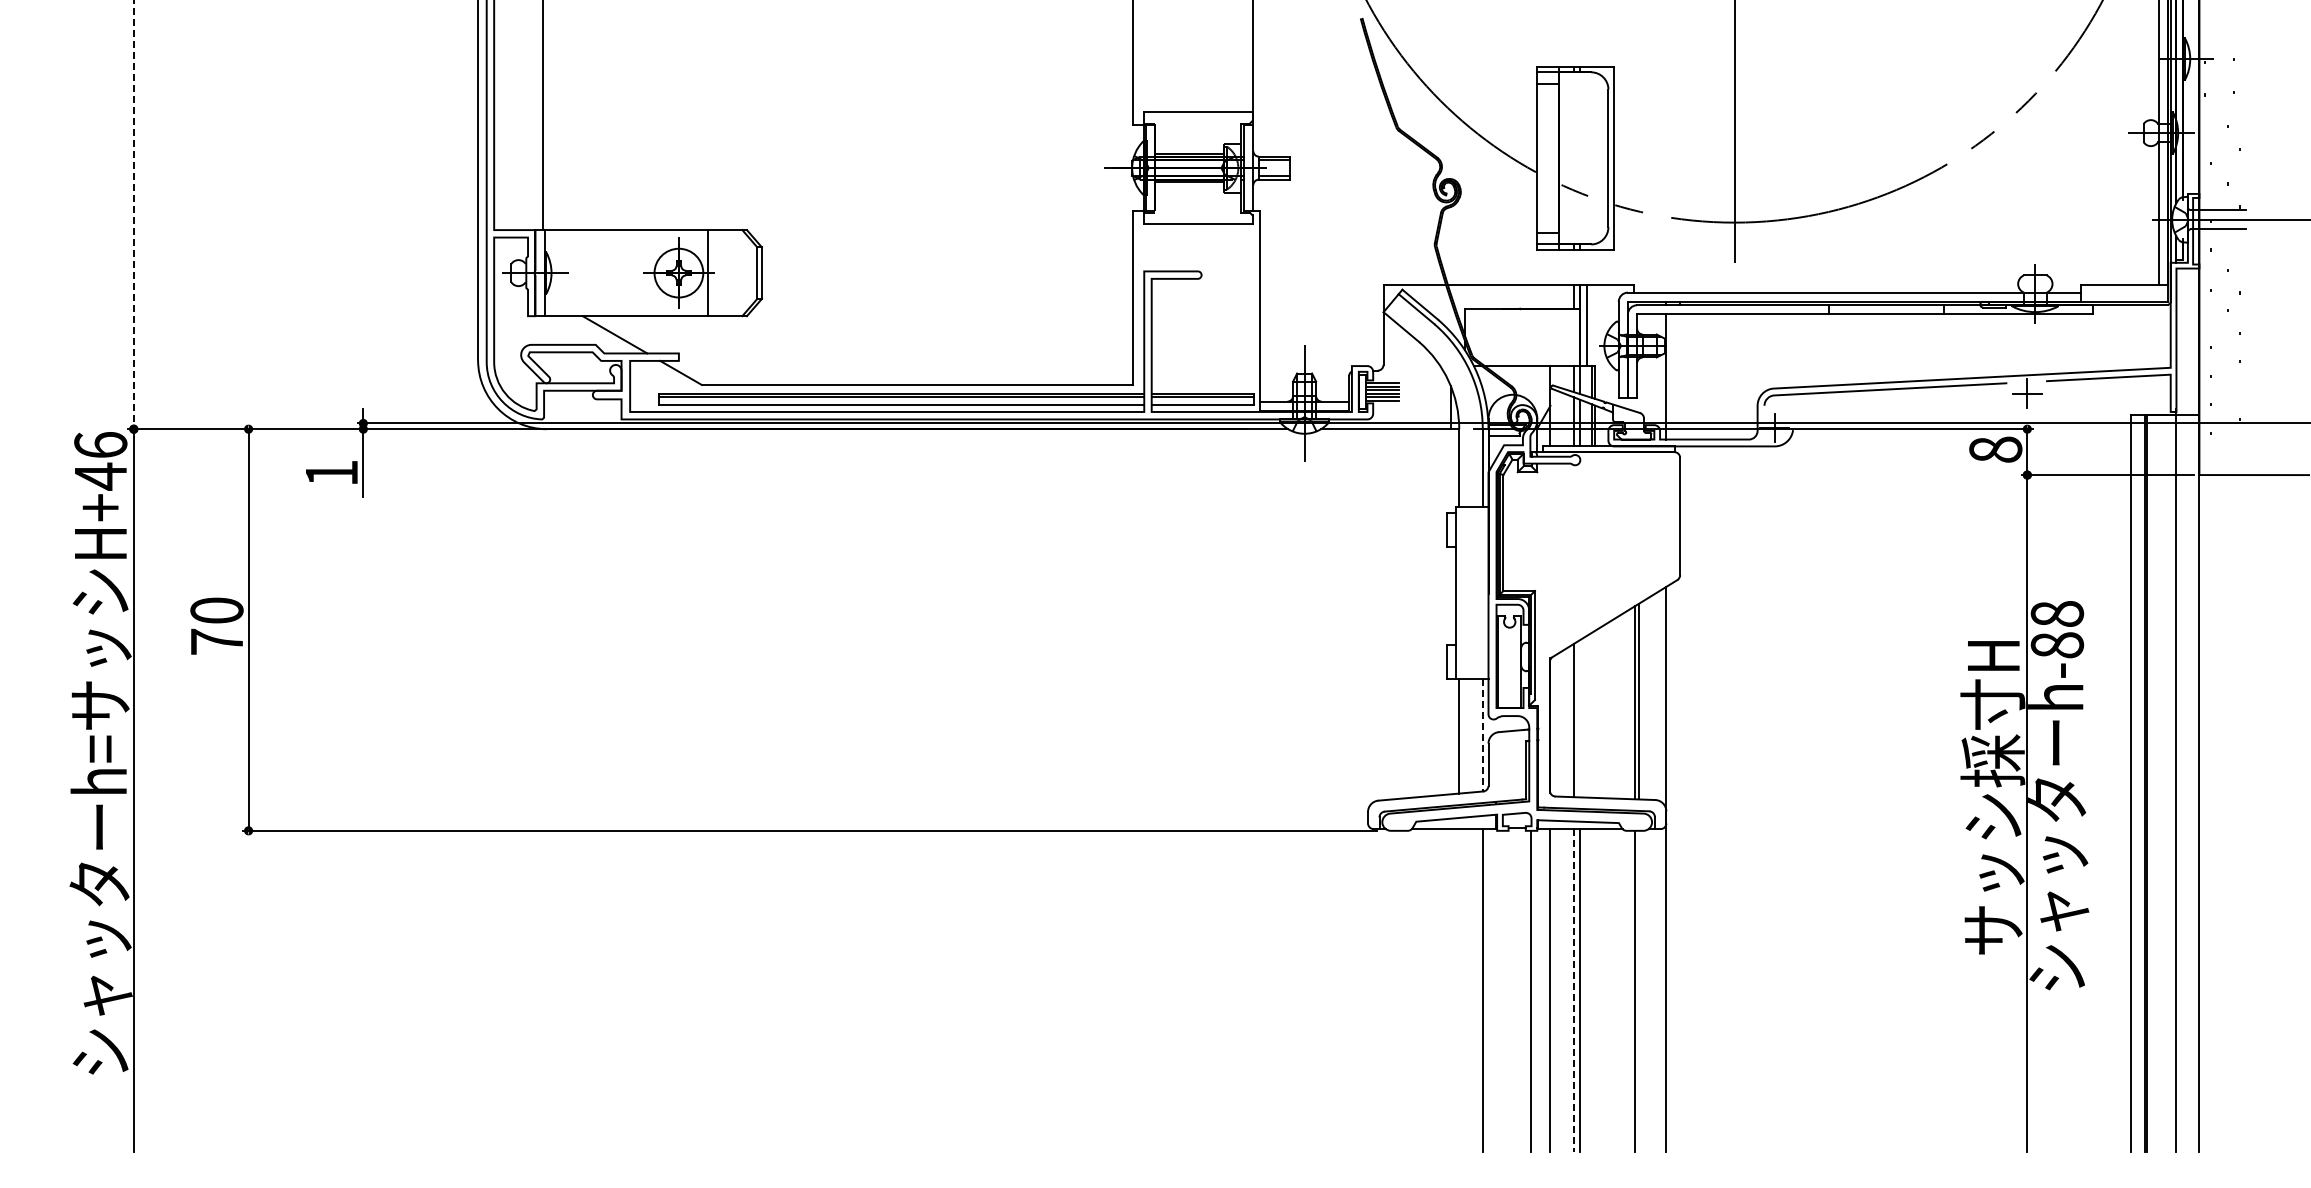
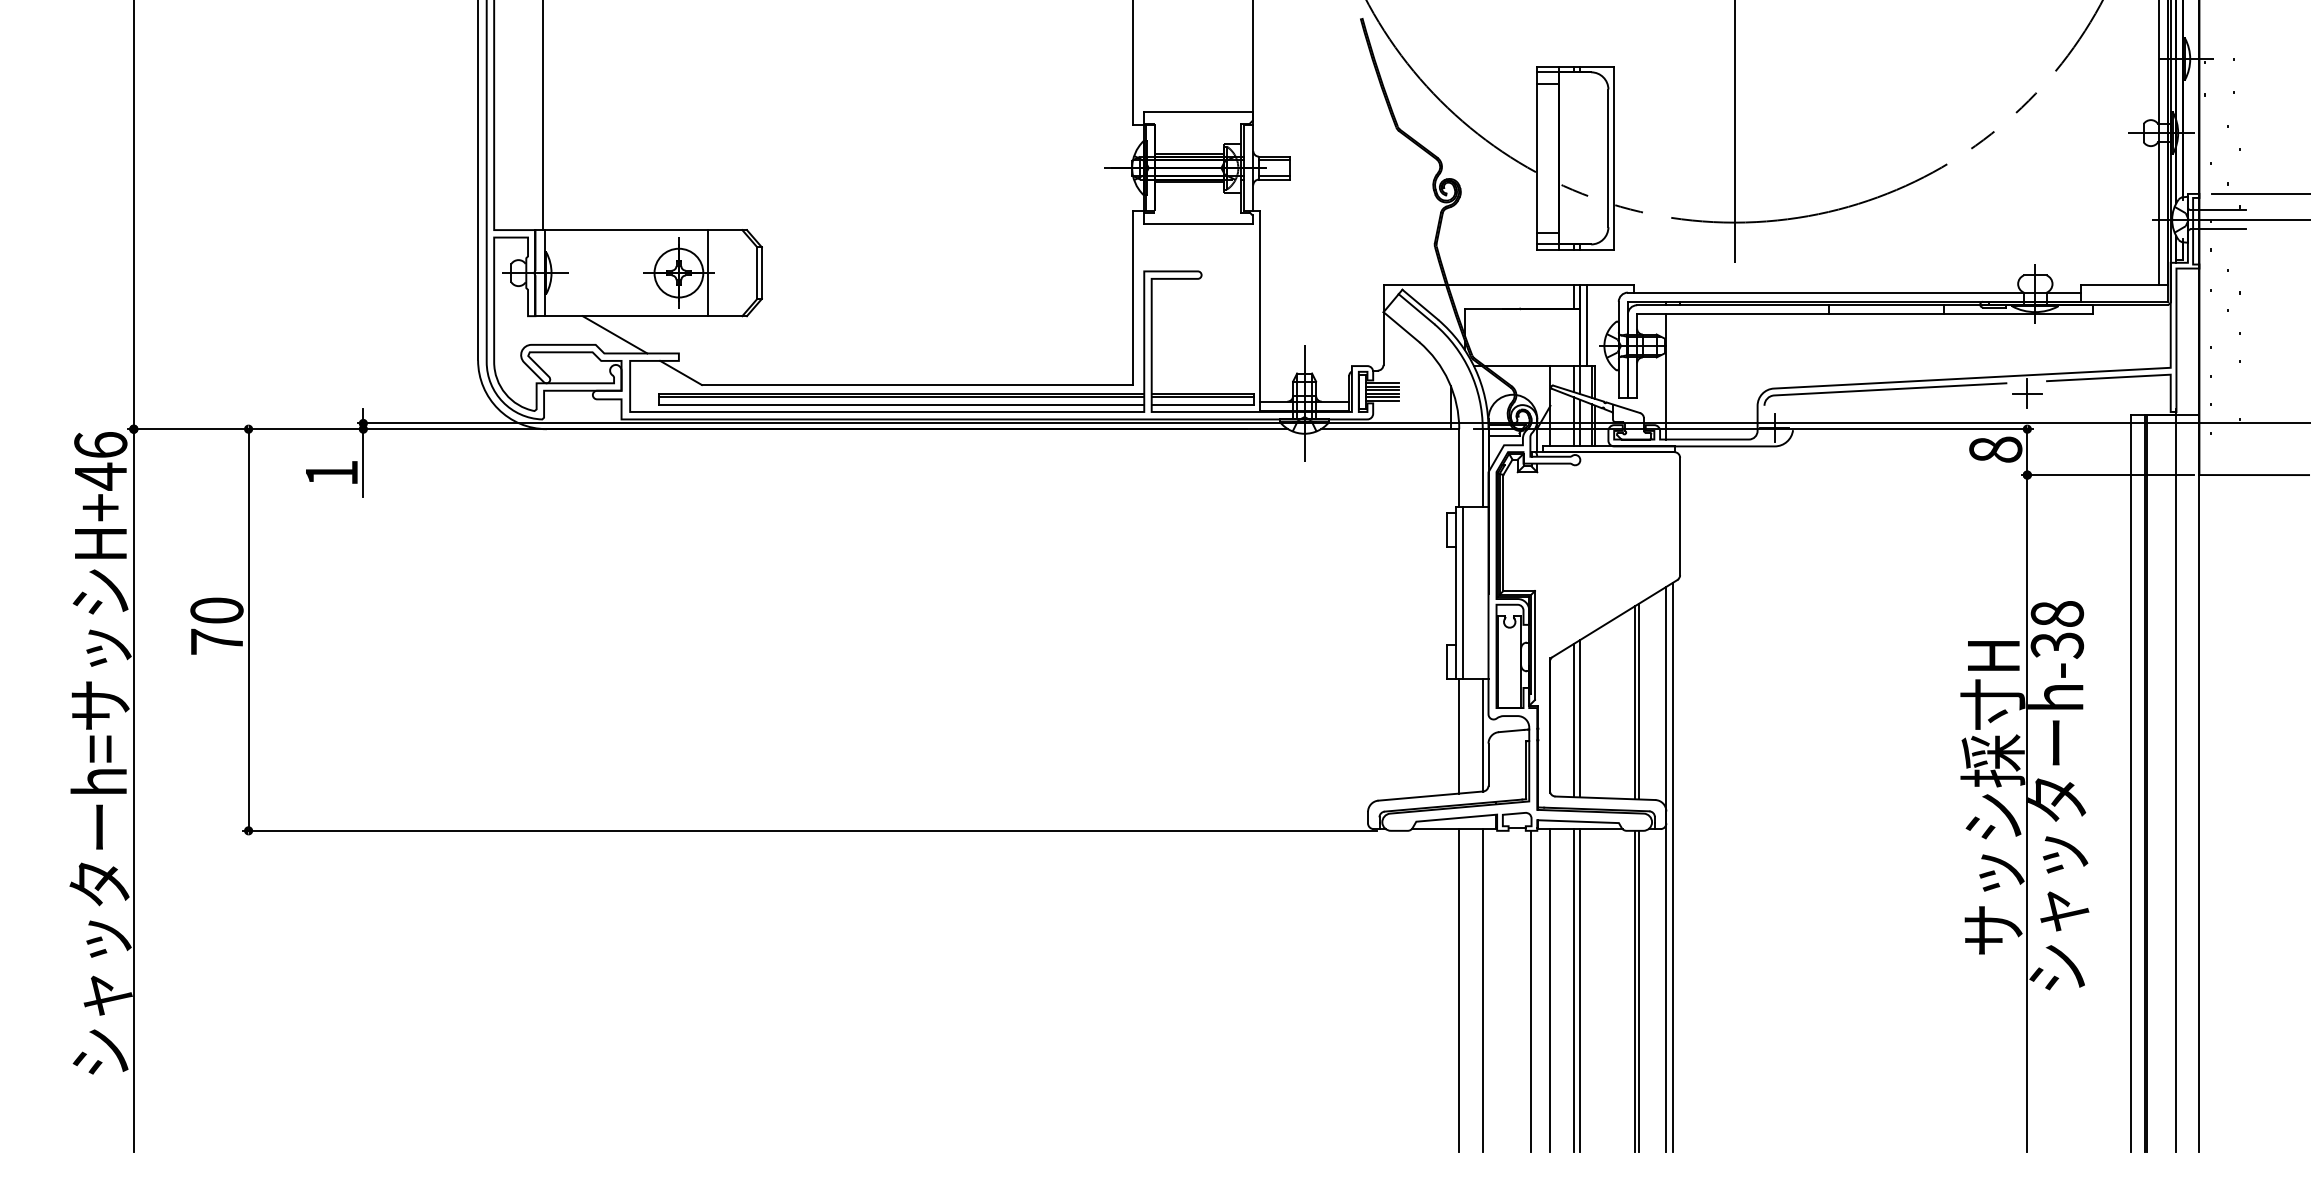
line at (2259, 193): none -> present
line at (133, 215): dashed -> solid
line at (1463, 593): none -> present
text at (2056, 645): h-88 -> h-38
line at (1579, 718): none -> present
line at (1482, 735): dashed -> solid
line at (1672, 867): none -> present
line at (1459, 990): none -> present
line at (1574, 990): dashed -> solid
line at (1638, 991): none -> present
